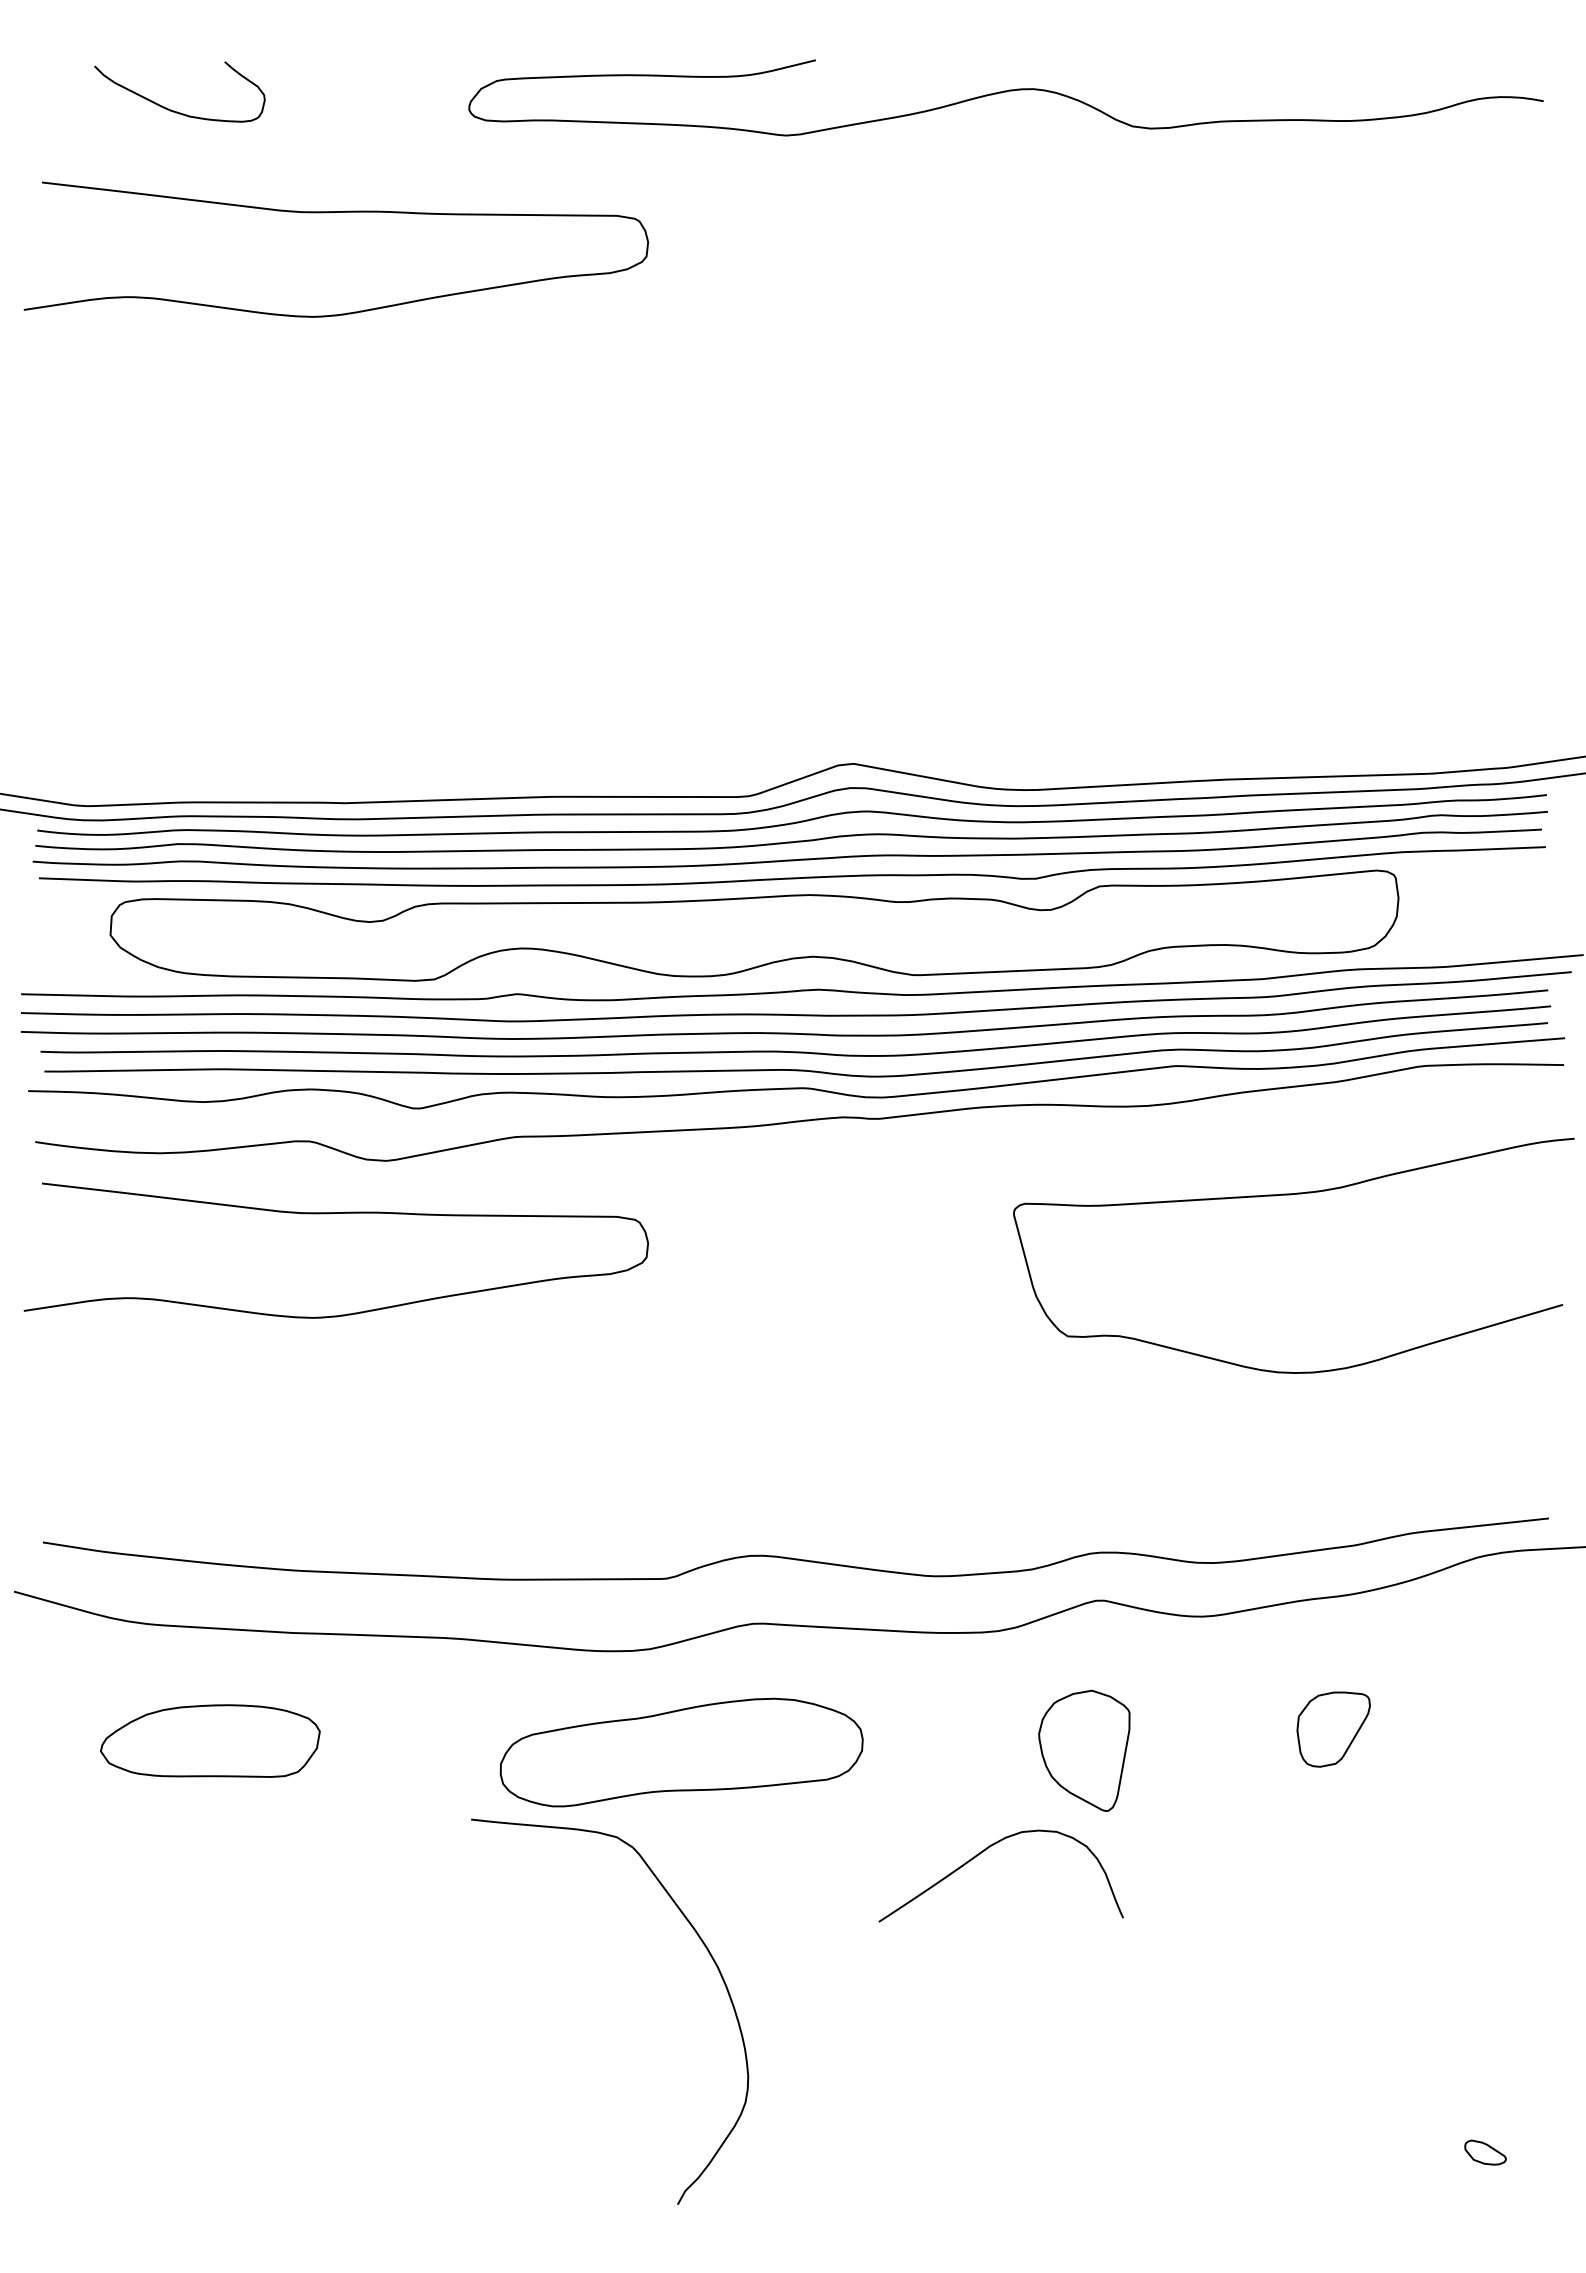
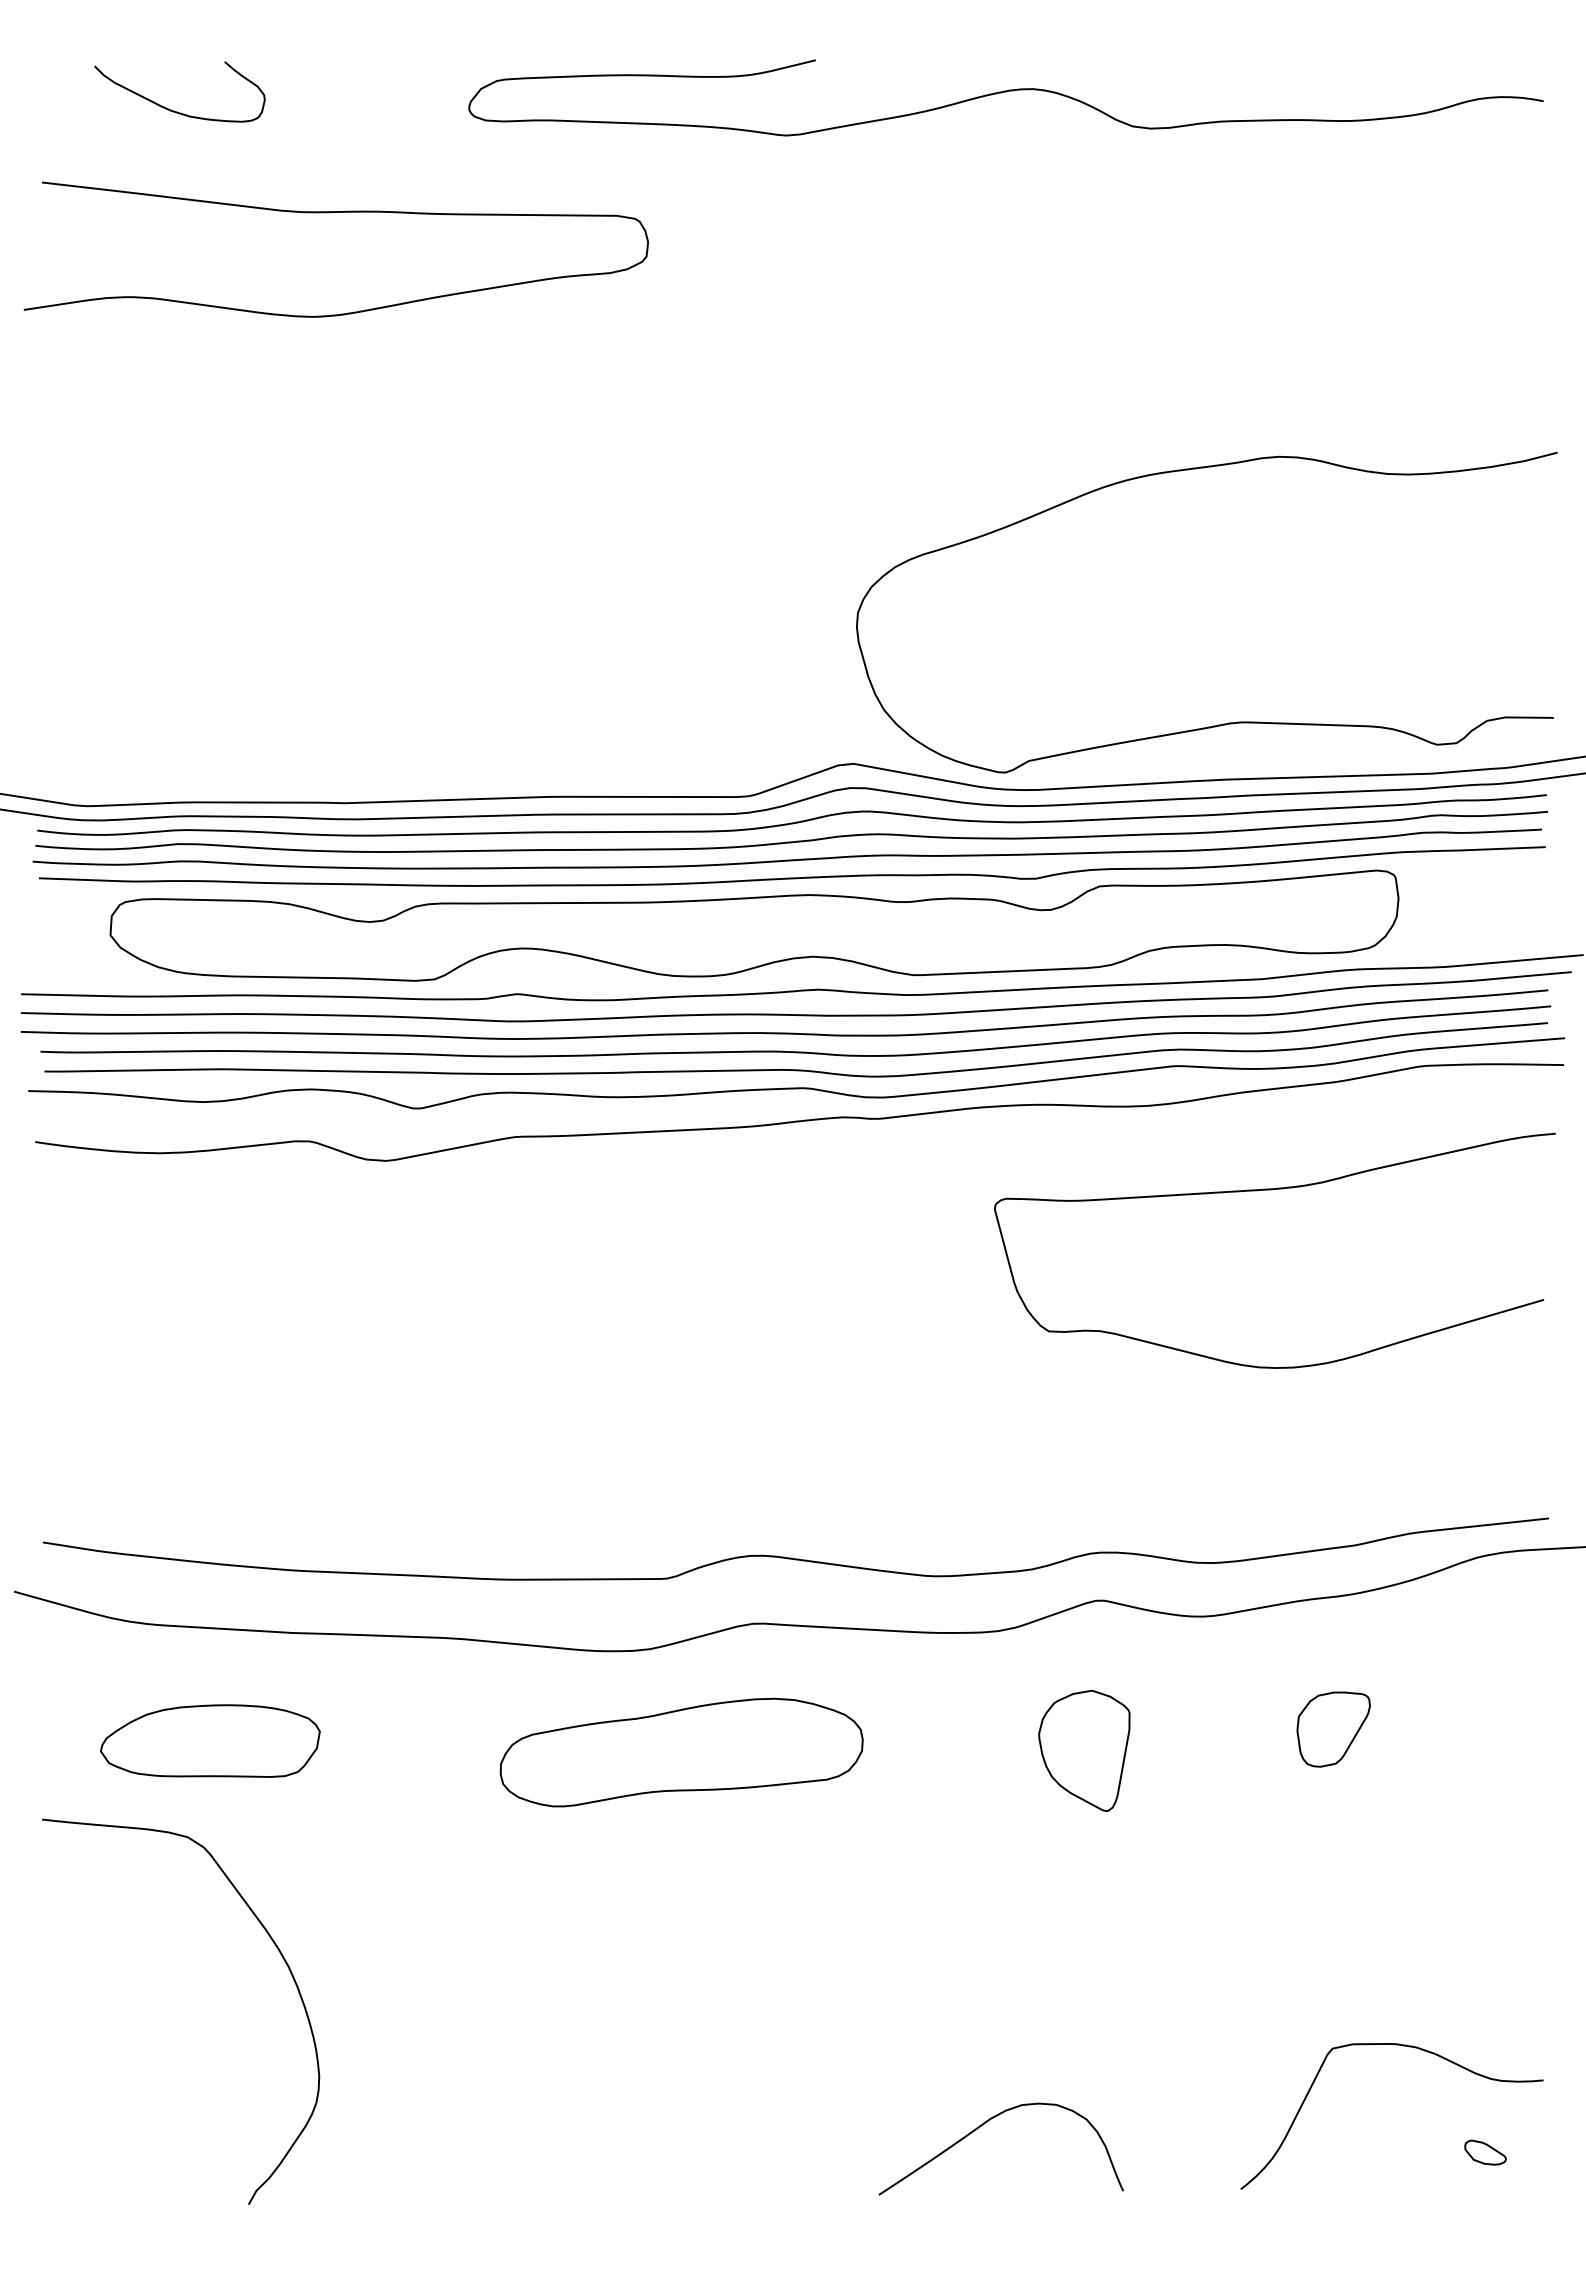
curve at (1228, 722): none -> present
curve at (1291, 1195) position: (1291, 1195) -> (1272, 1190)
curve at (328, 1214): present -> none
curve at (983, 1852) position: (983, 1852) -> (983, 2125)
curve at (707, 1951) position: (707, 1951) -> (278, 1951)
curve at (1402, 2046): none -> present
